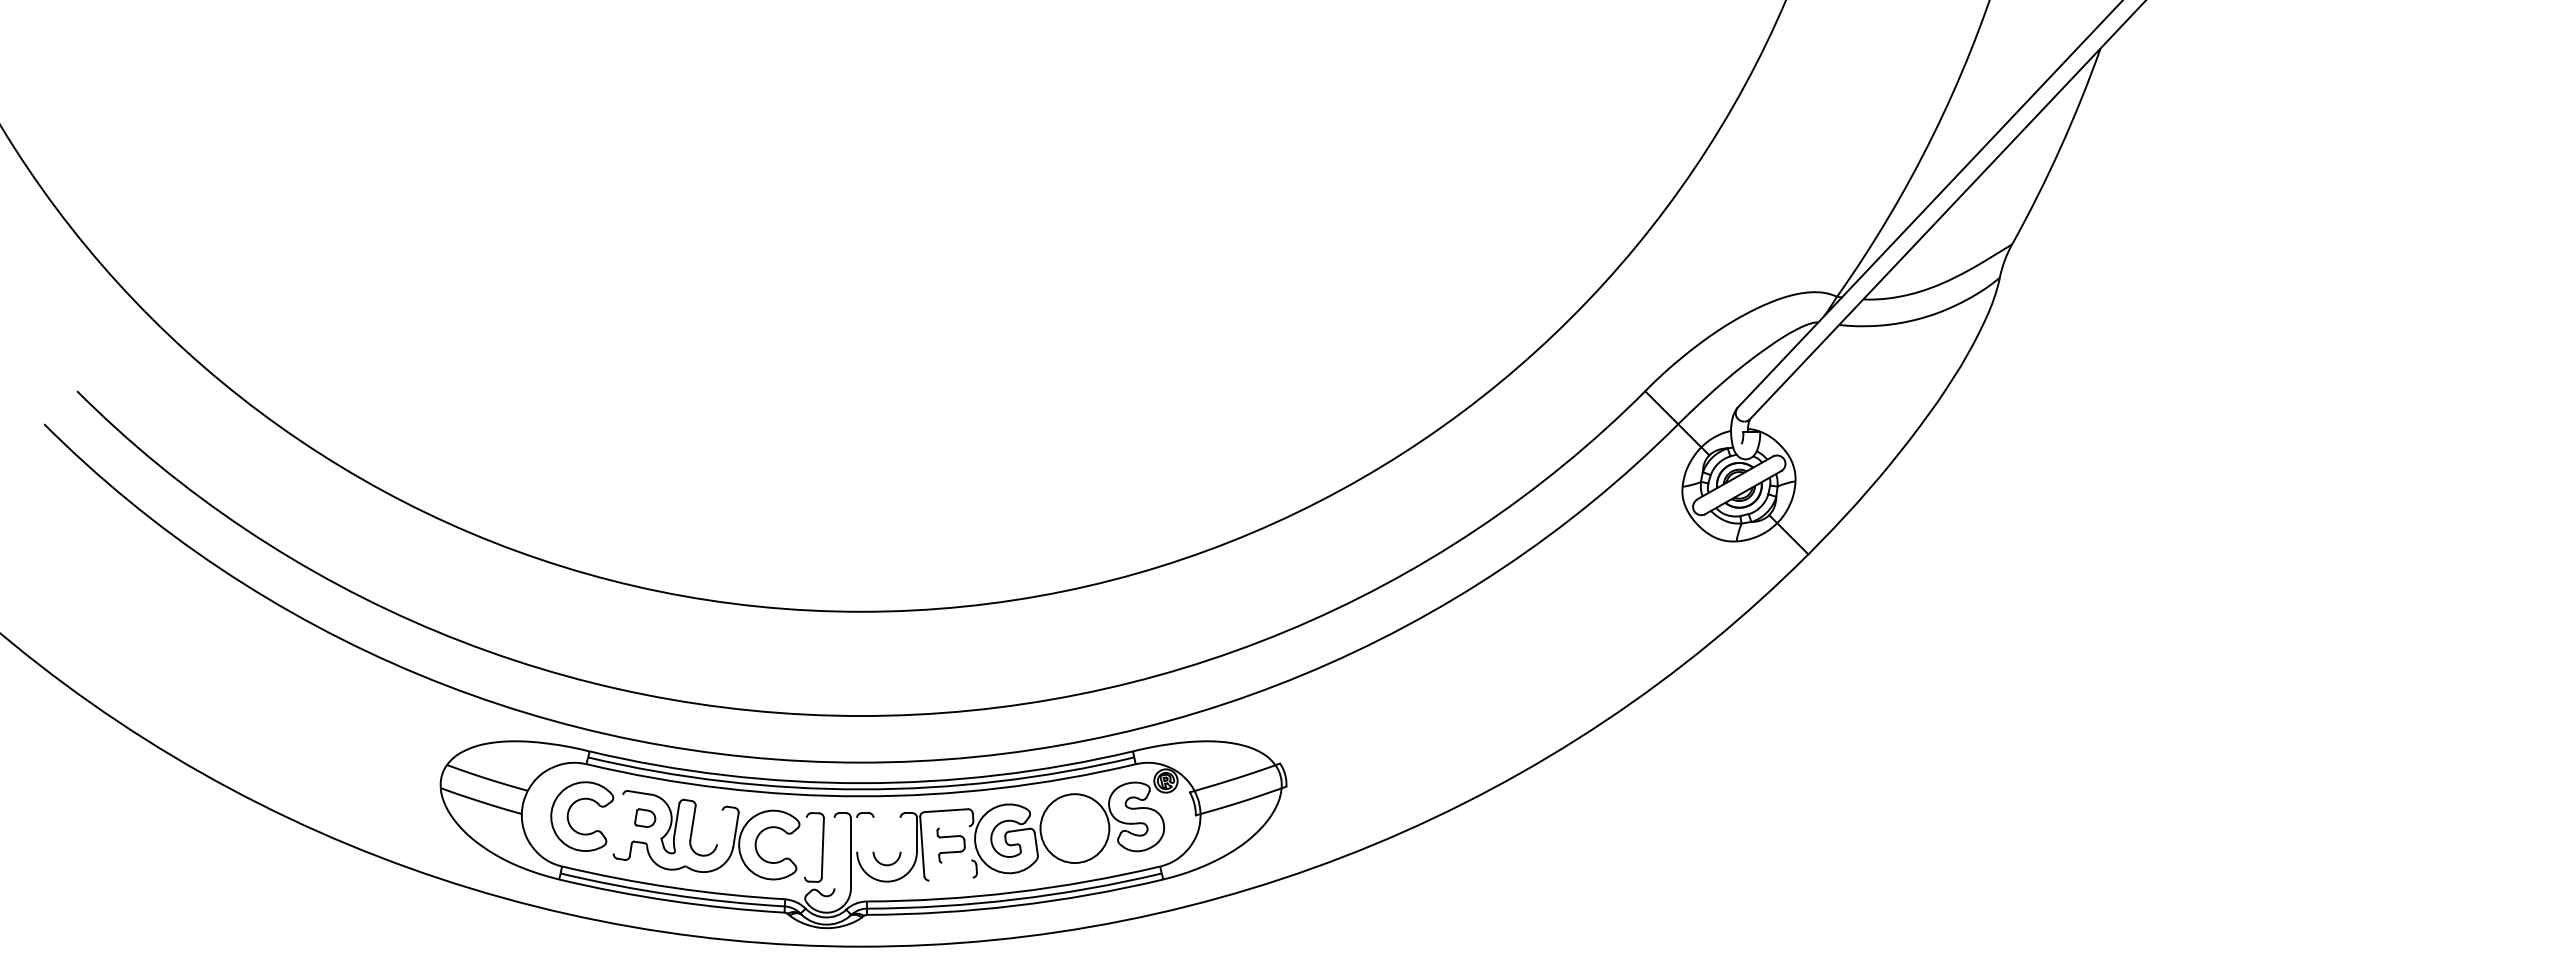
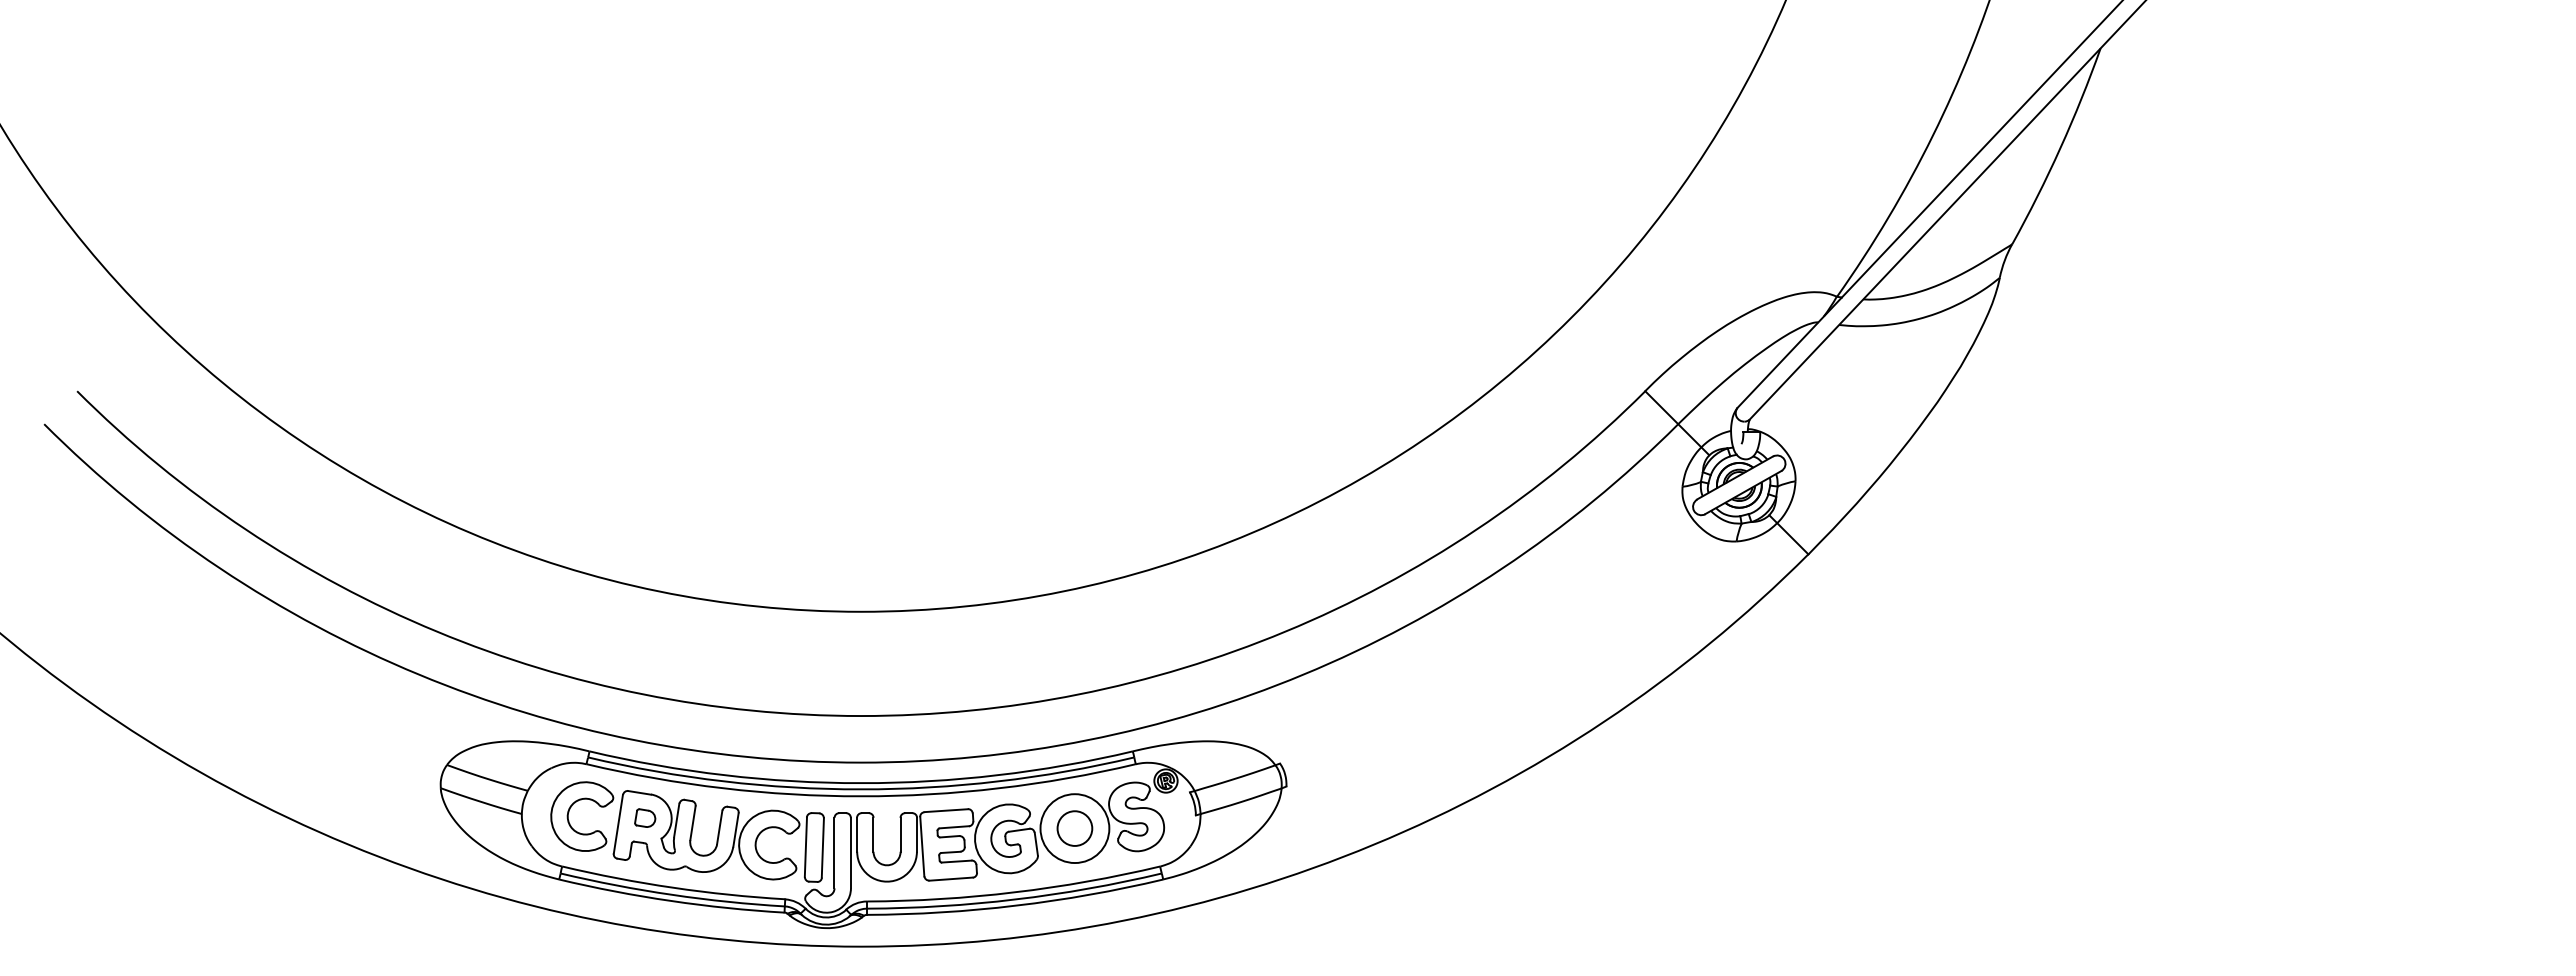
line at (617, 823): none -> present
line at (719, 827): none -> present
line at (954, 827): none -> present
circle at (1074, 828): none -> present
line at (857, 834): none -> present
line at (873, 834): none -> present
line at (900, 834): none -> present
line at (805, 846): none -> present
line at (834, 852): none -> present
line at (956, 861): none -> present
line at (950, 878): none -> present
